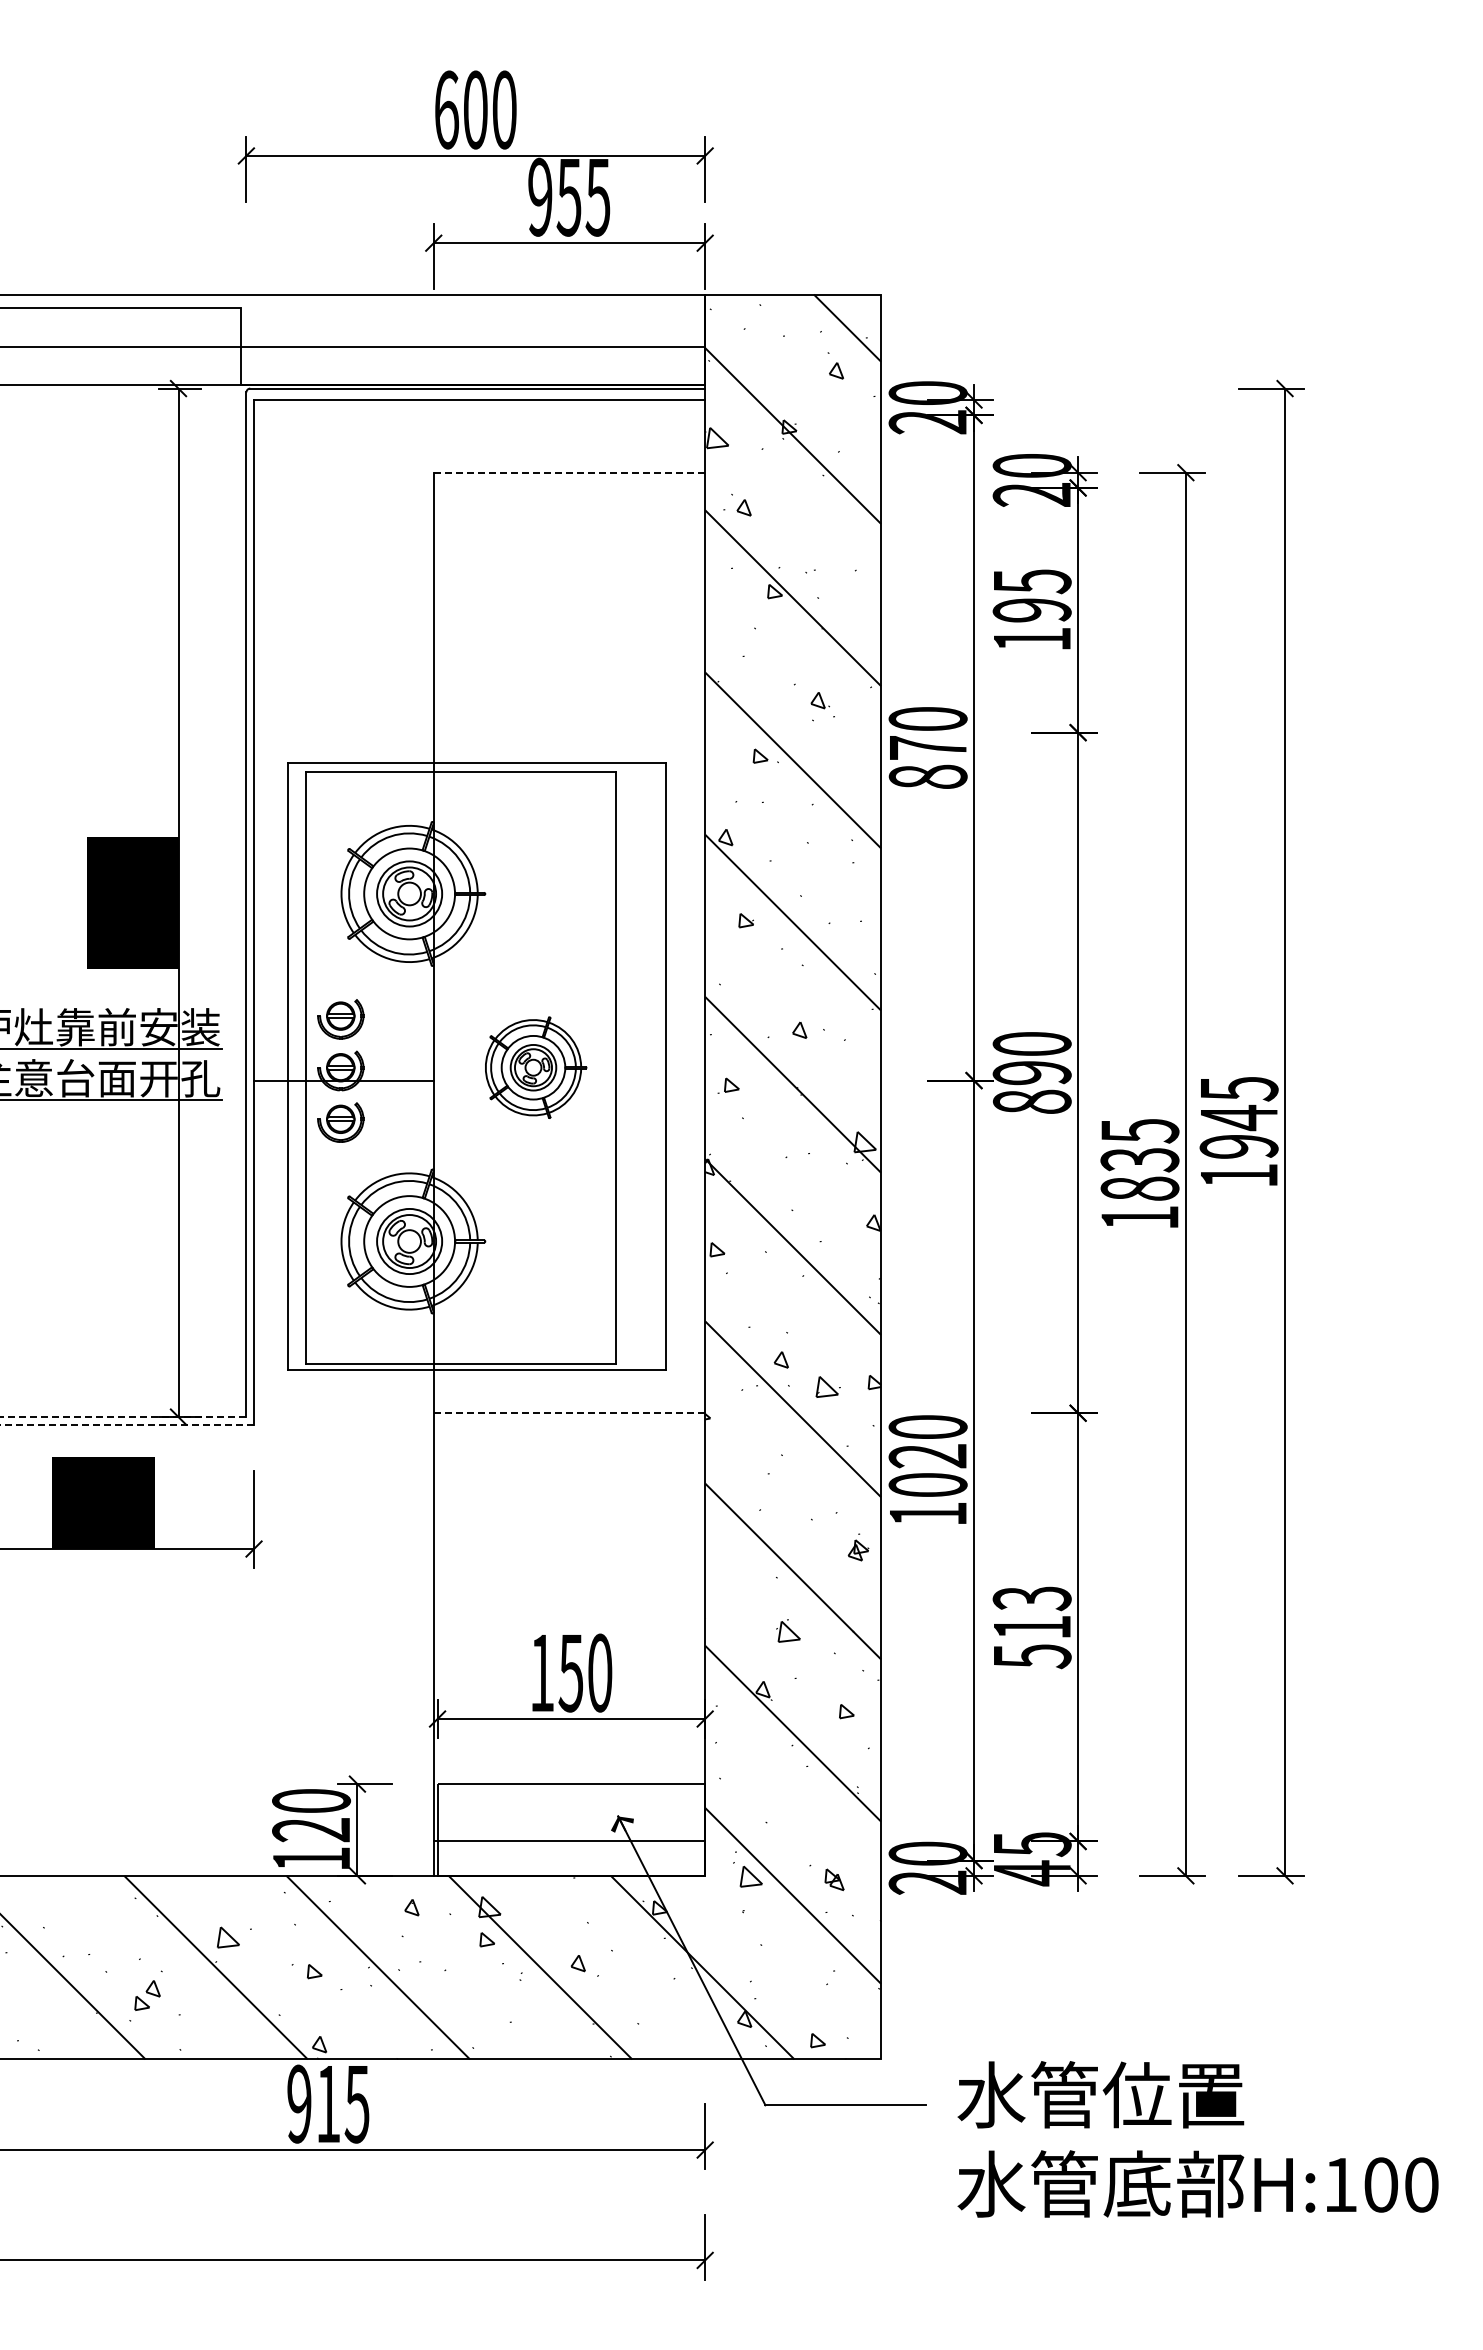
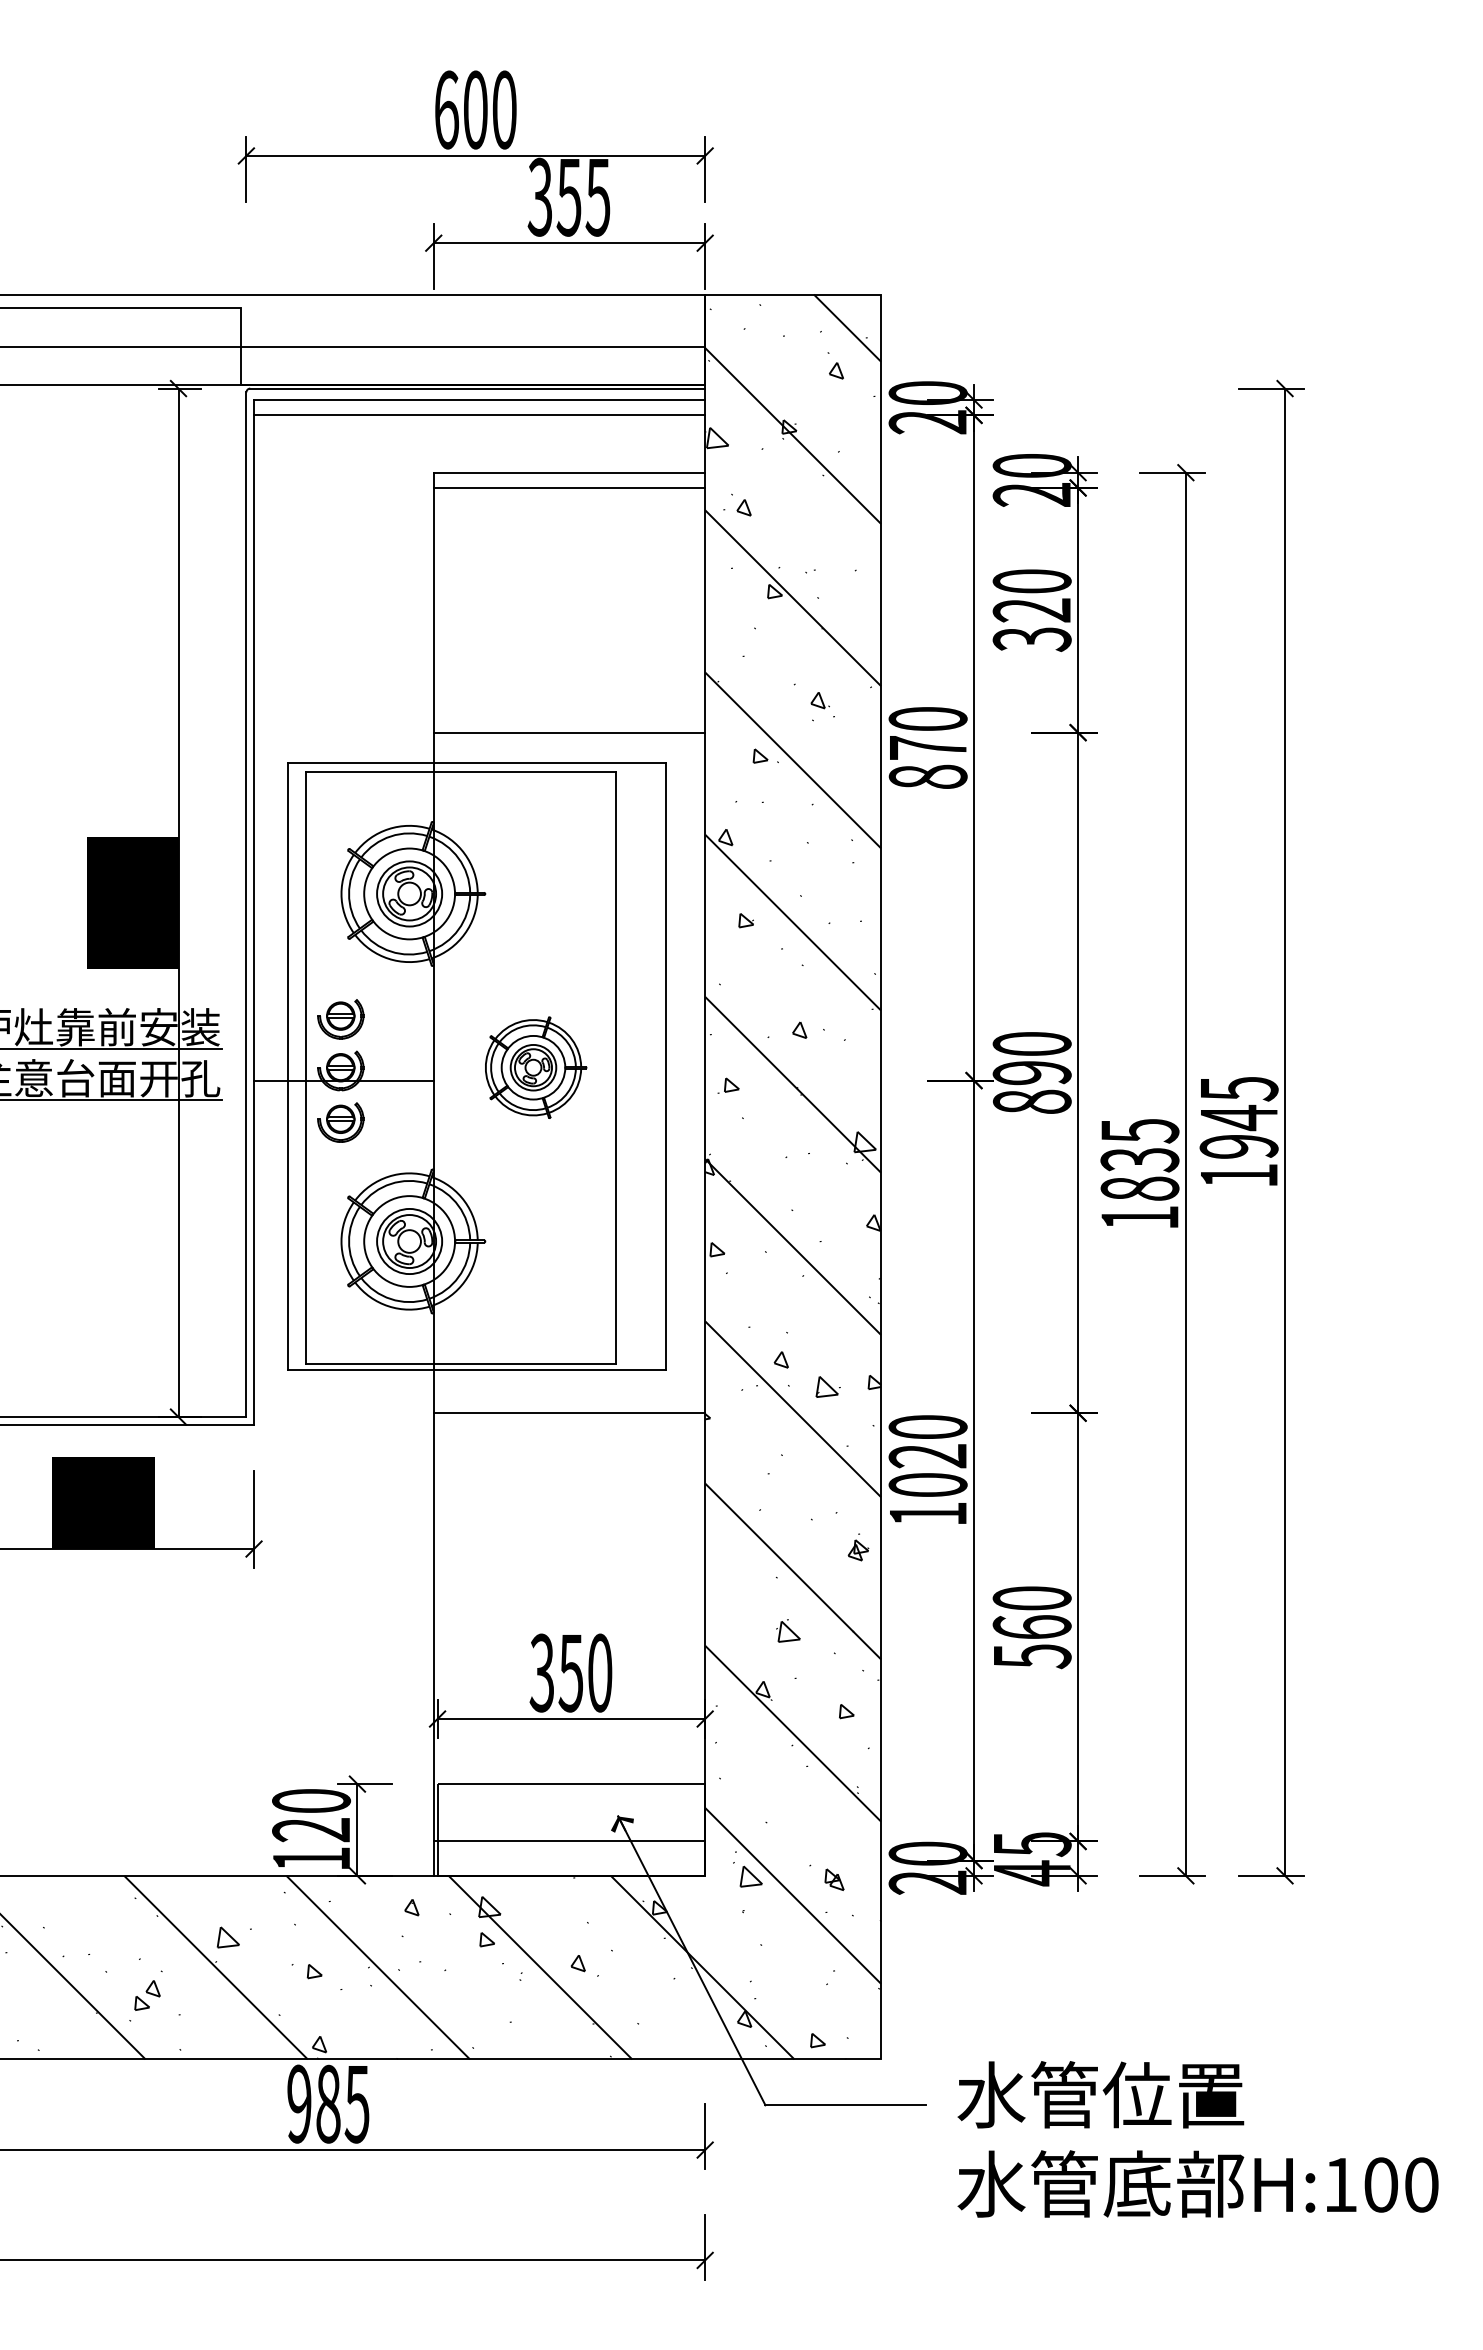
text at (539, 197): 955 -> 355
line at (479, 415): none -> present
line at (569, 472): dashed -> solid
line at (569, 488): none -> present
text at (1031, 610): 195 -> 320
line at (569, 732): none -> present
line at (569, 1413): dashed -> solid
line at (123, 1417): dashed -> solid
line at (127, 1424): dashed -> solid
text at (1031, 1612): 513 -> 560
text at (541, 1672): 150 -> 350
text at (328, 2103): 915 -> 985
